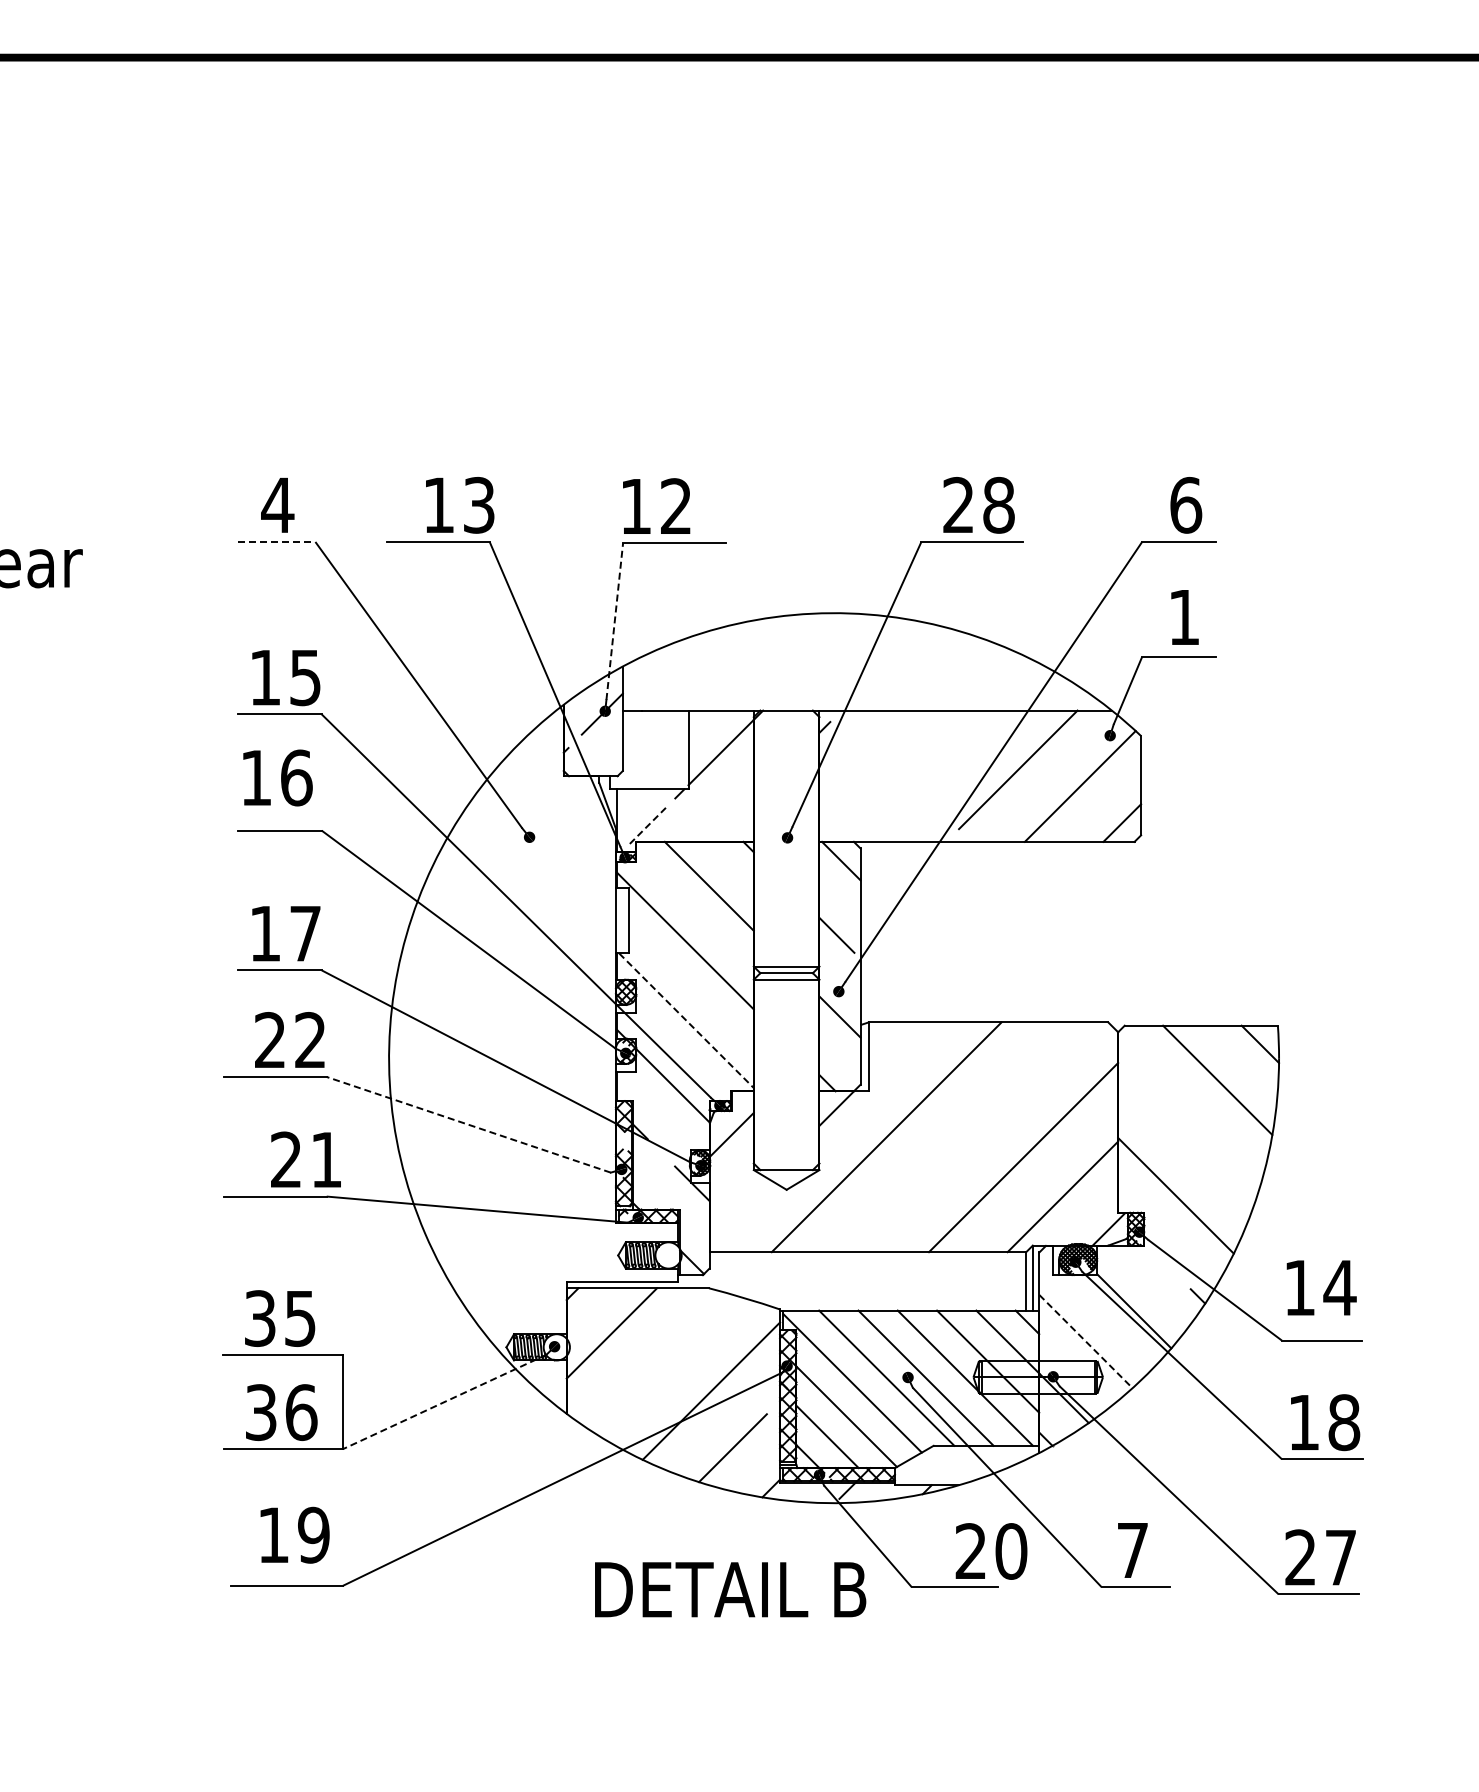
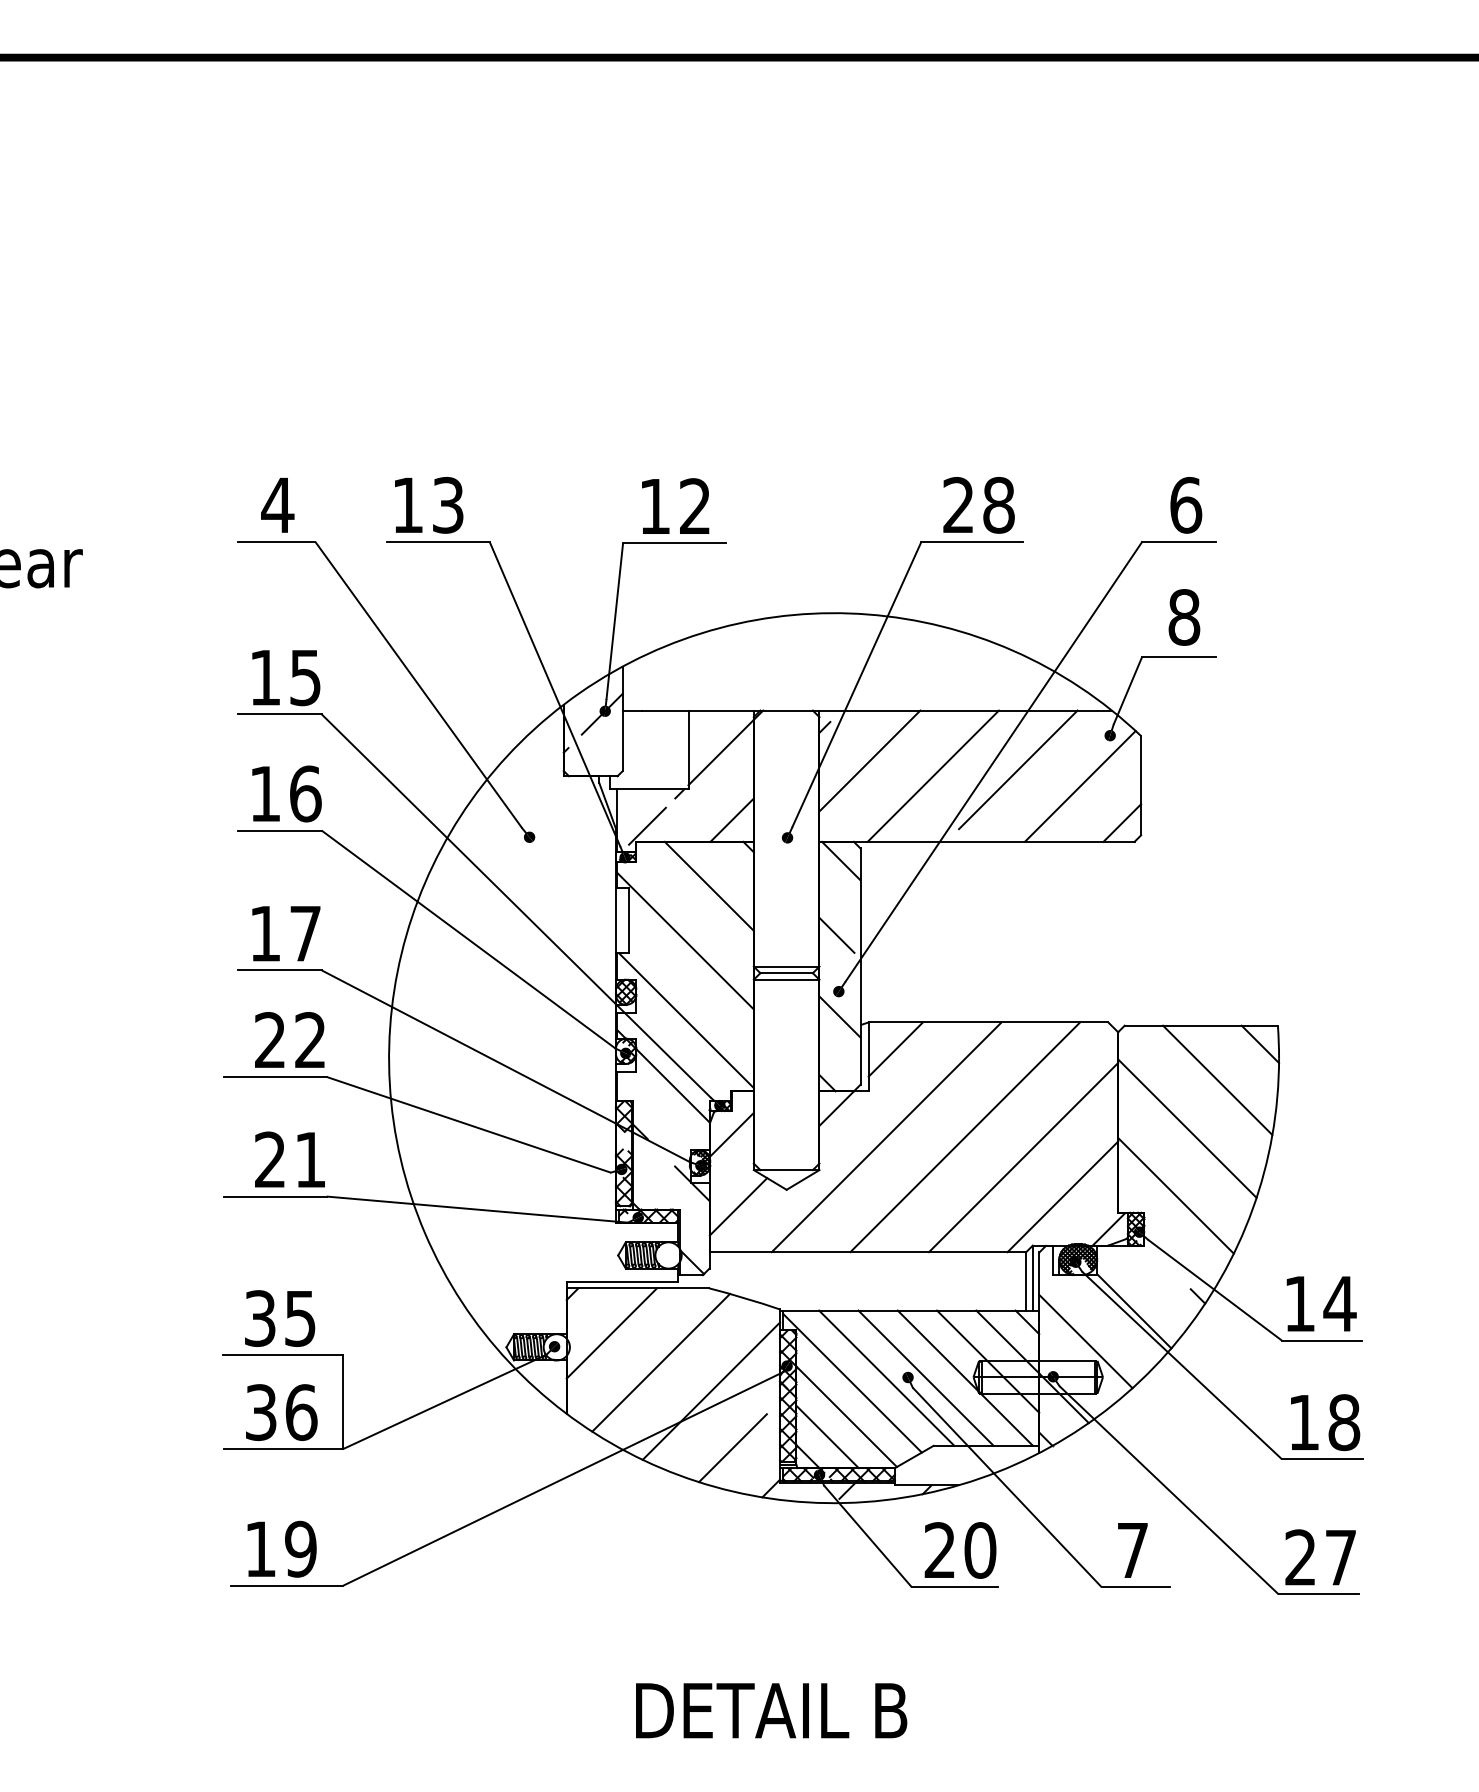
text at (460, 505) position: (460, 505) -> (429, 505)
text at (656, 505) position: (656, 505) -> (675, 505)
line at (276, 541): dashed -> solid
text at (1184, 617): 1 -> 8
line at (614, 621): dashed -> solid
line at (869, 760): none -> present
line at (932, 775): none -> present
text at (277, 777) position: (277, 777) -> (286, 793)
line at (731, 819): none -> present
line at (647, 826): dashed -> solid
line at (686, 1021): dashed -> solid
line at (895, 1049): none -> present
line at (468, 1124): dashed -> solid
line at (1187, 1128): none -> present
line at (965, 1137): none -> present
text at (305, 1159) position: (305, 1159) -> (289, 1159)
line at (738, 1206): none -> present
text at (1321, 1287) position: (1321, 1287) -> (1321, 1303)
line at (1085, 1341): dashed -> solid
line at (661, 1362): none -> present
line at (444, 1402): dashed -> solid
text at (294, 1534) position: (294, 1534) -> (281, 1548)
text at (991, 1551) position: (991, 1551) -> (960, 1550)
text at (730, 1589) position: (730, 1589) -> (771, 1710)
